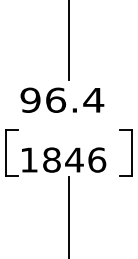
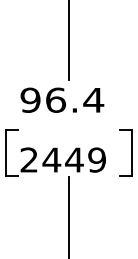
text at (63, 159): 1846 -> 2449
